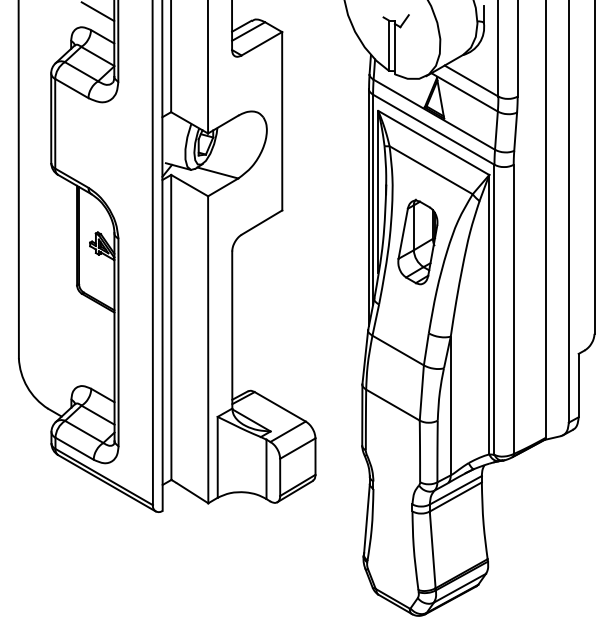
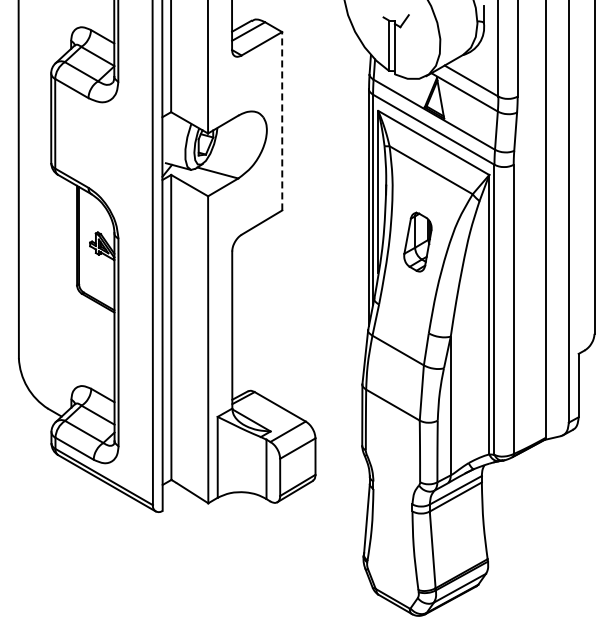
line at (97, 11): present -> none
line at (282, 120): solid -> dashed
part at (417, 241) size: 42x88 px -> 30x62 px
